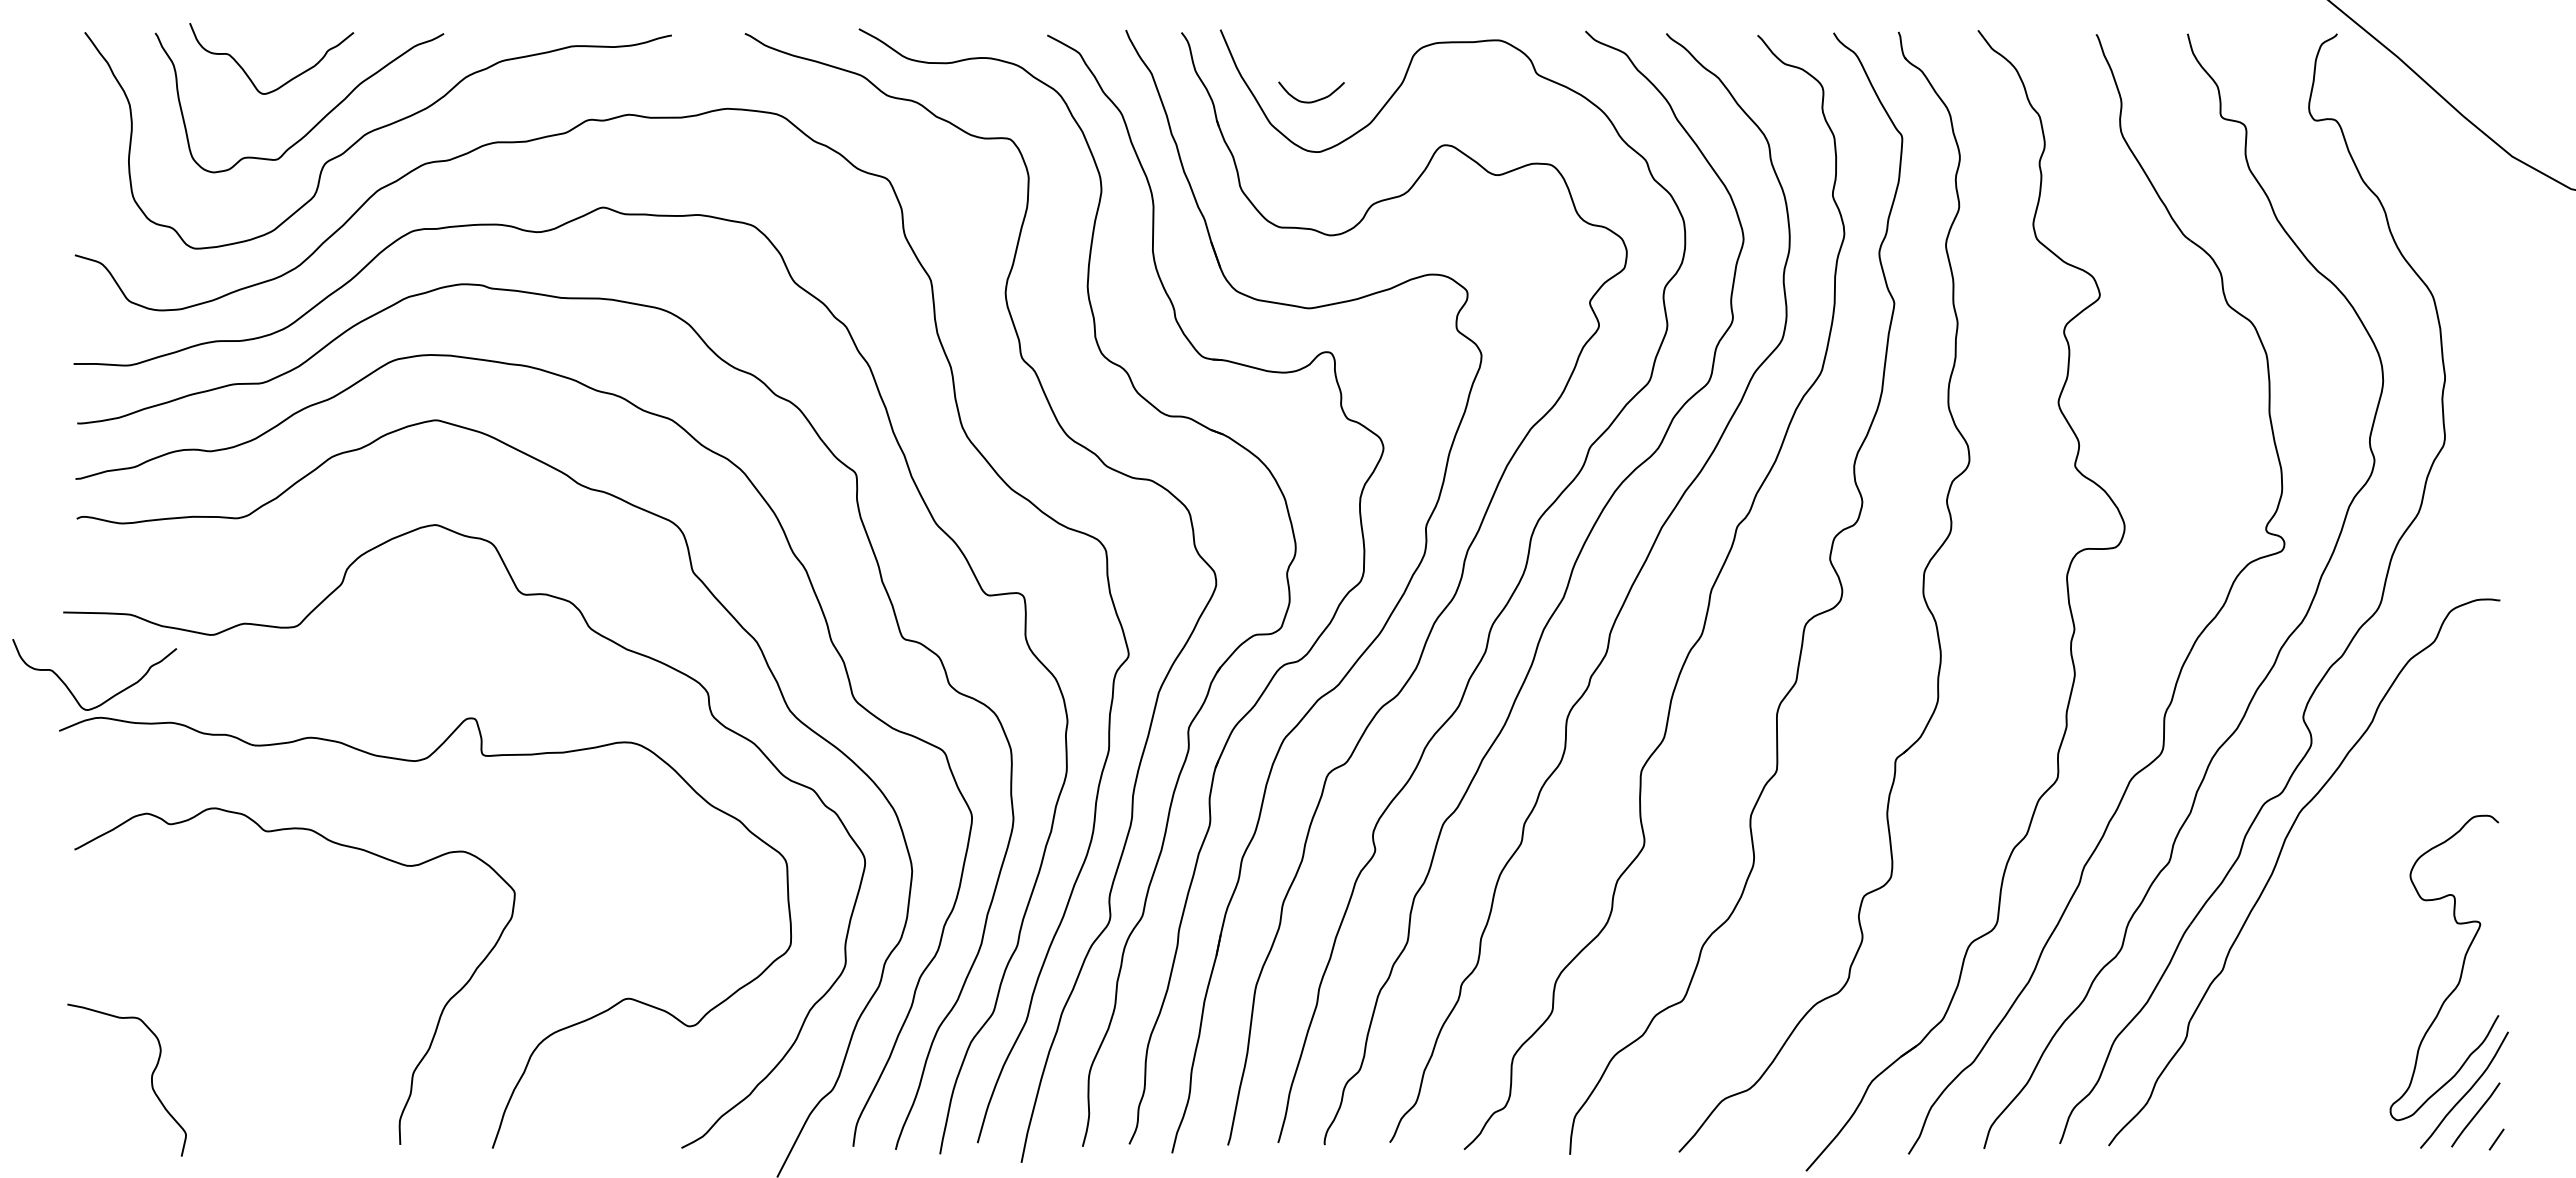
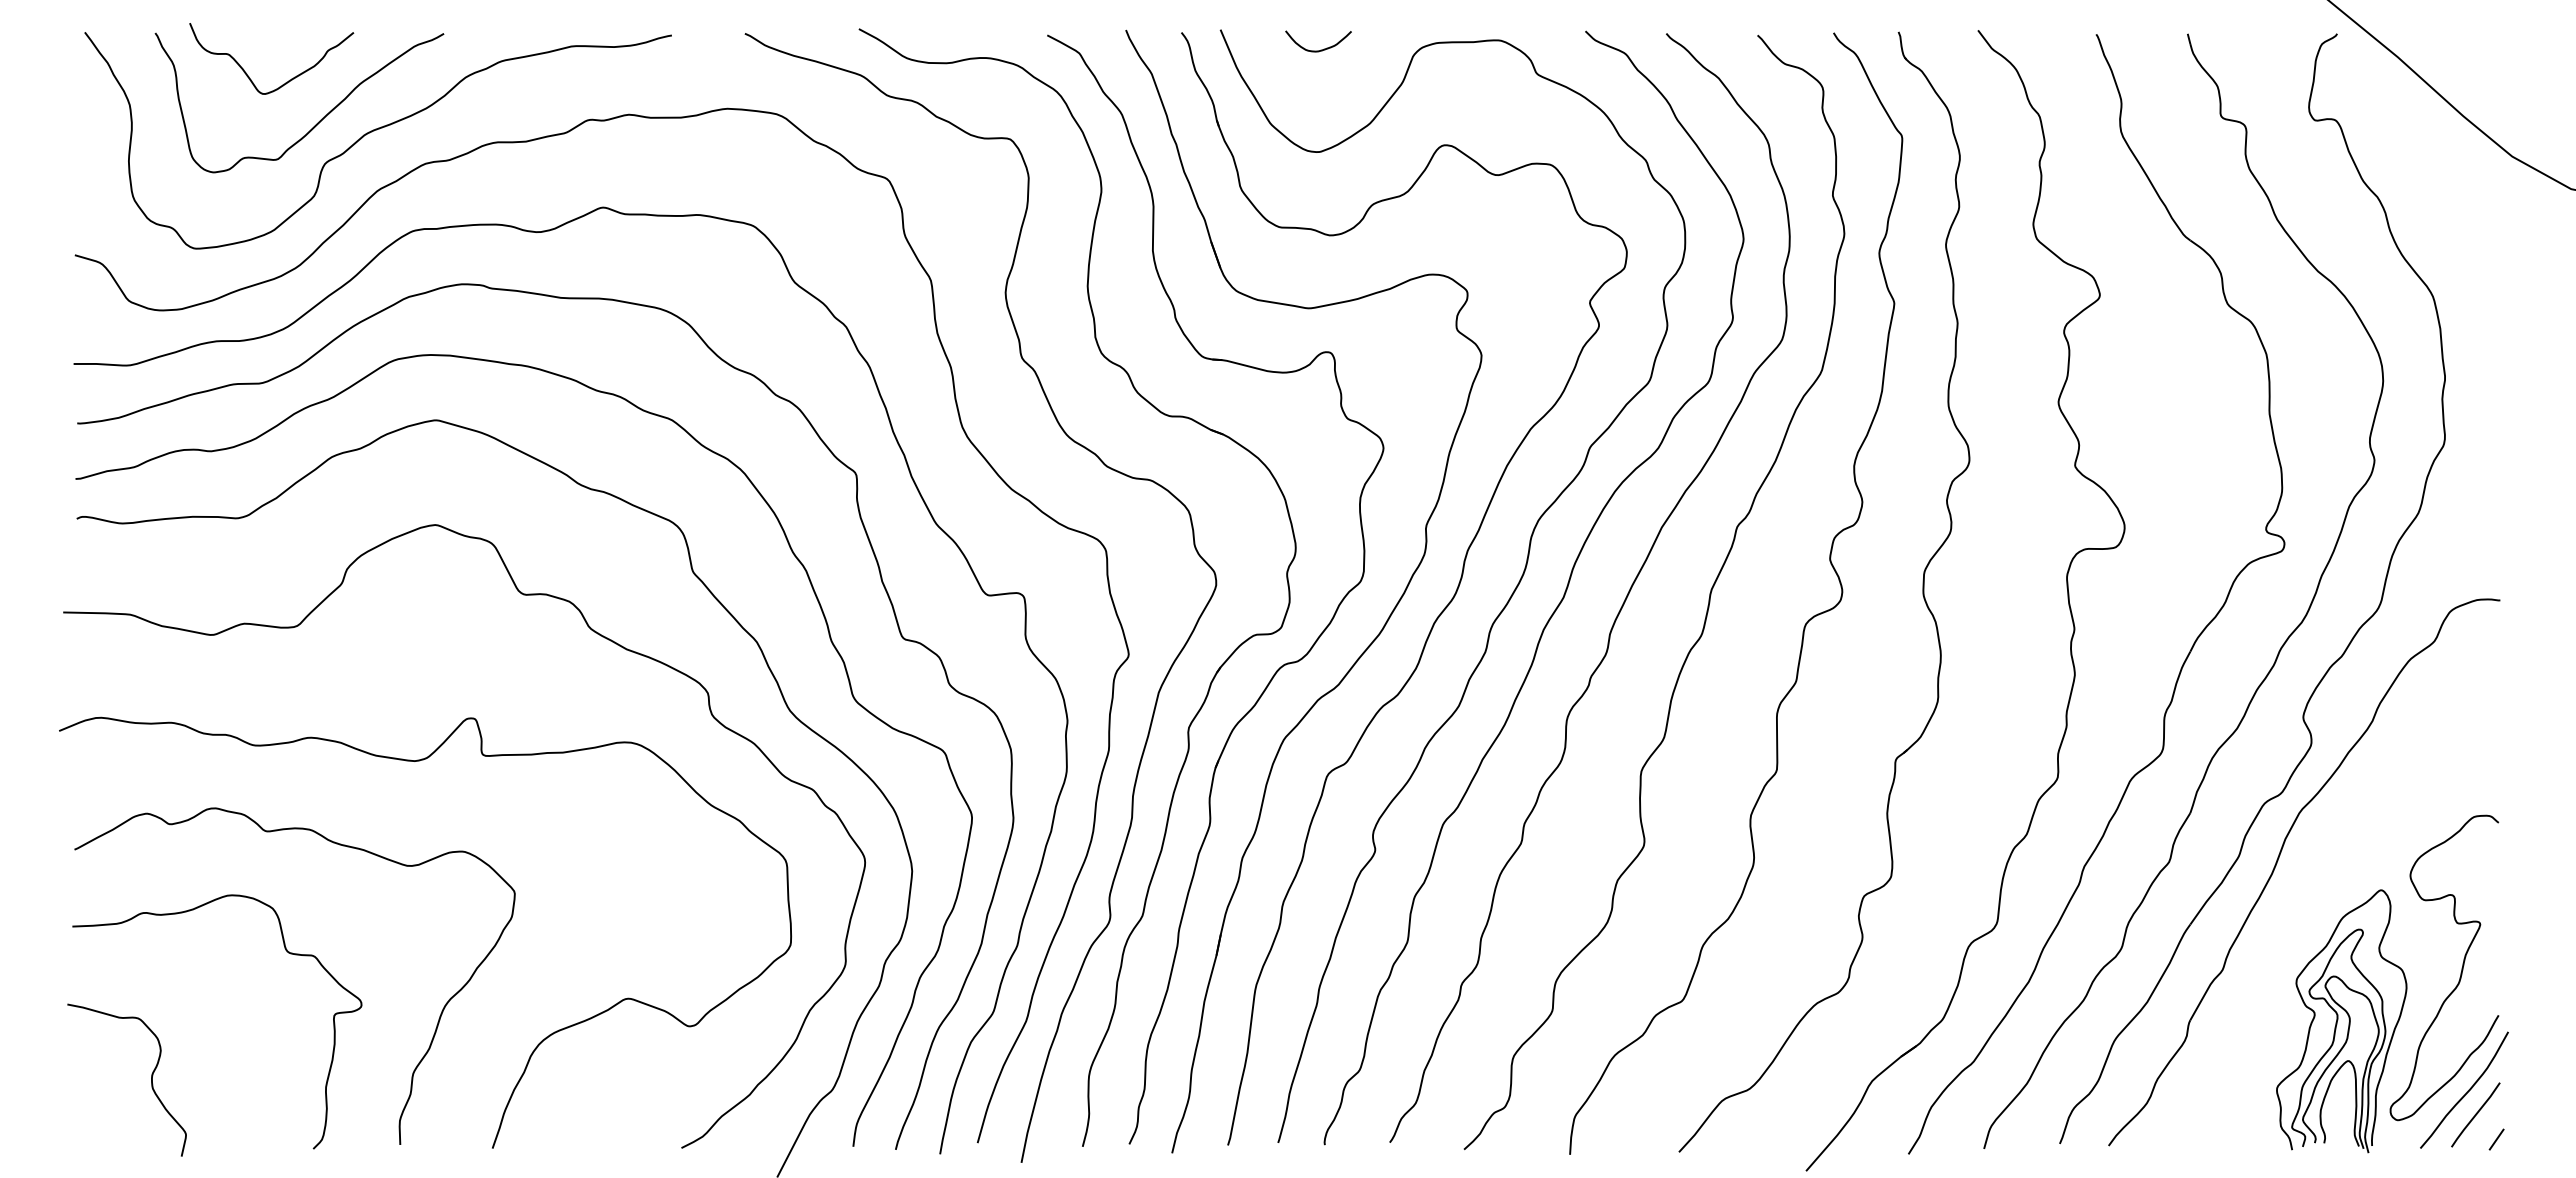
curve at (1313, 100) position: (1313, 100) -> (1320, 49)
curve at (108, 698): present -> none
curve at (286, 951): none -> present
part at (2341, 1021): none -> present
